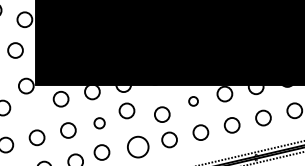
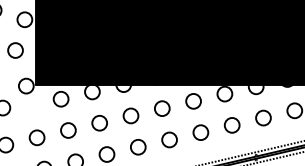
circle at (193, 101) size: 11x11 px -> 17x17 px
circle at (126, 110) position: (126, 110) -> (130, 115)
circle at (162, 114) position: (162, 114) -> (162, 108)
circle at (99, 123) size: 13x13 px -> 17x17 px
circle at (138, 146) size: 23x24 px -> 17x17 px
circle at (101, 152) position: (101, 152) -> (106, 154)
